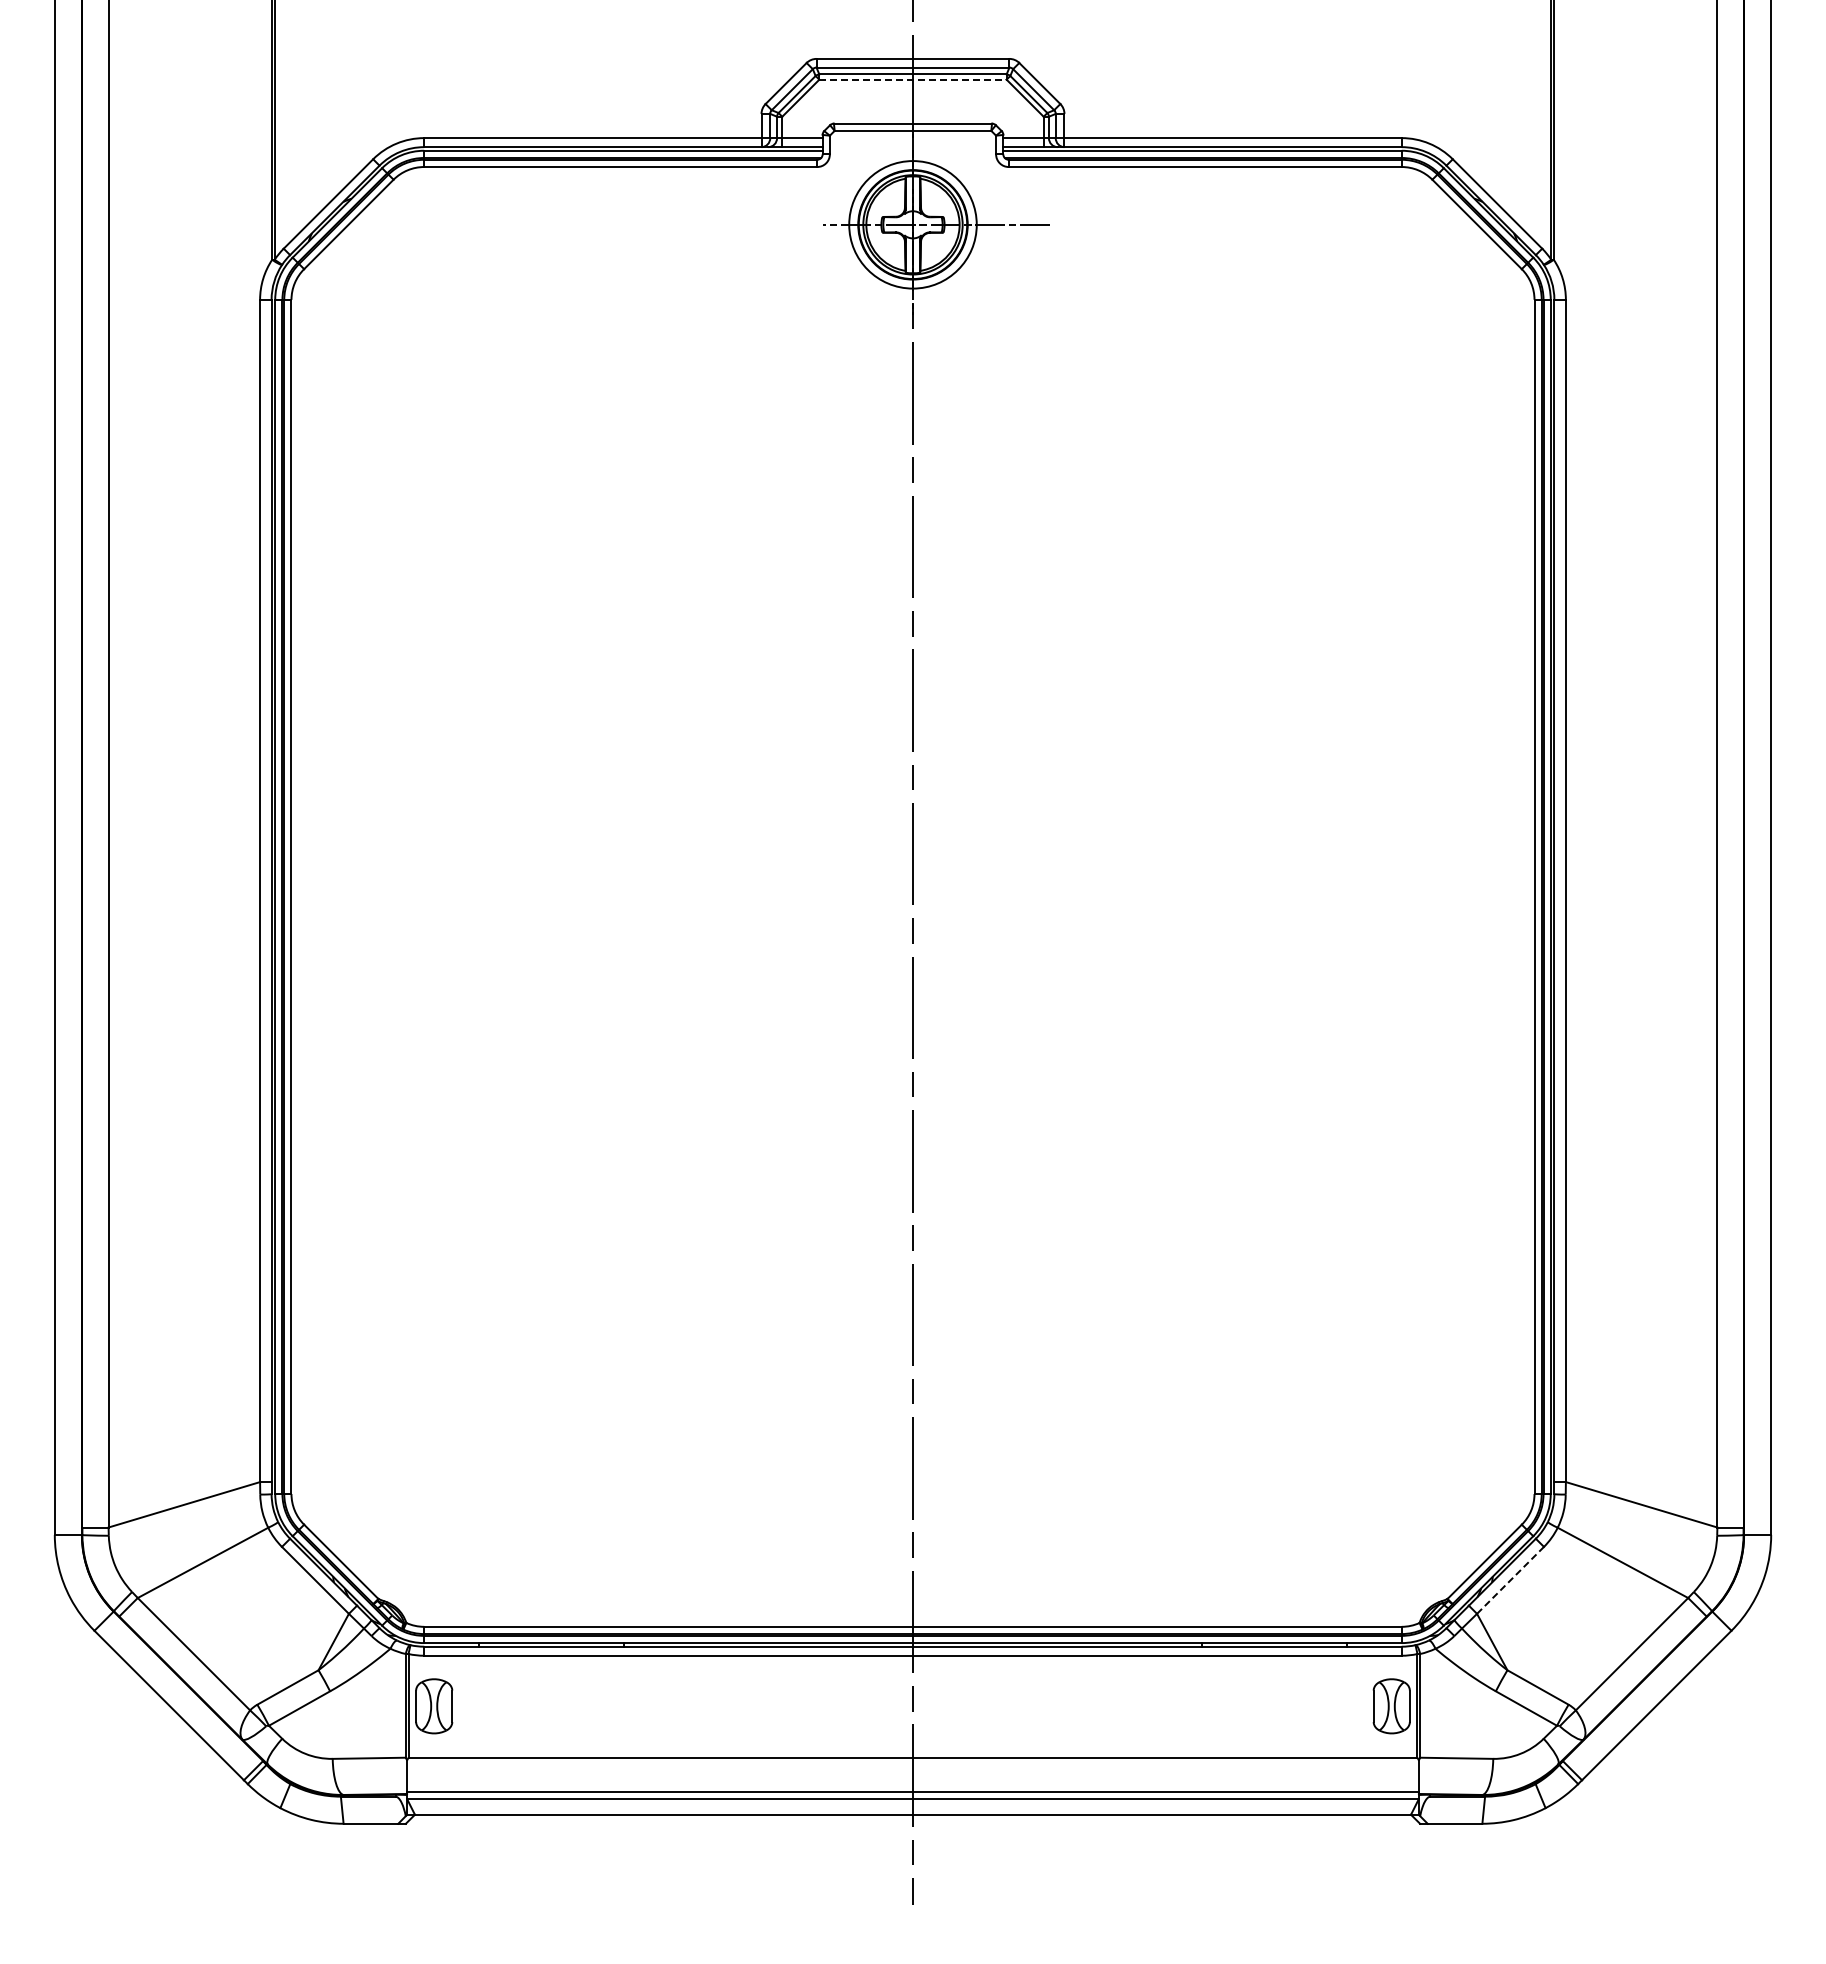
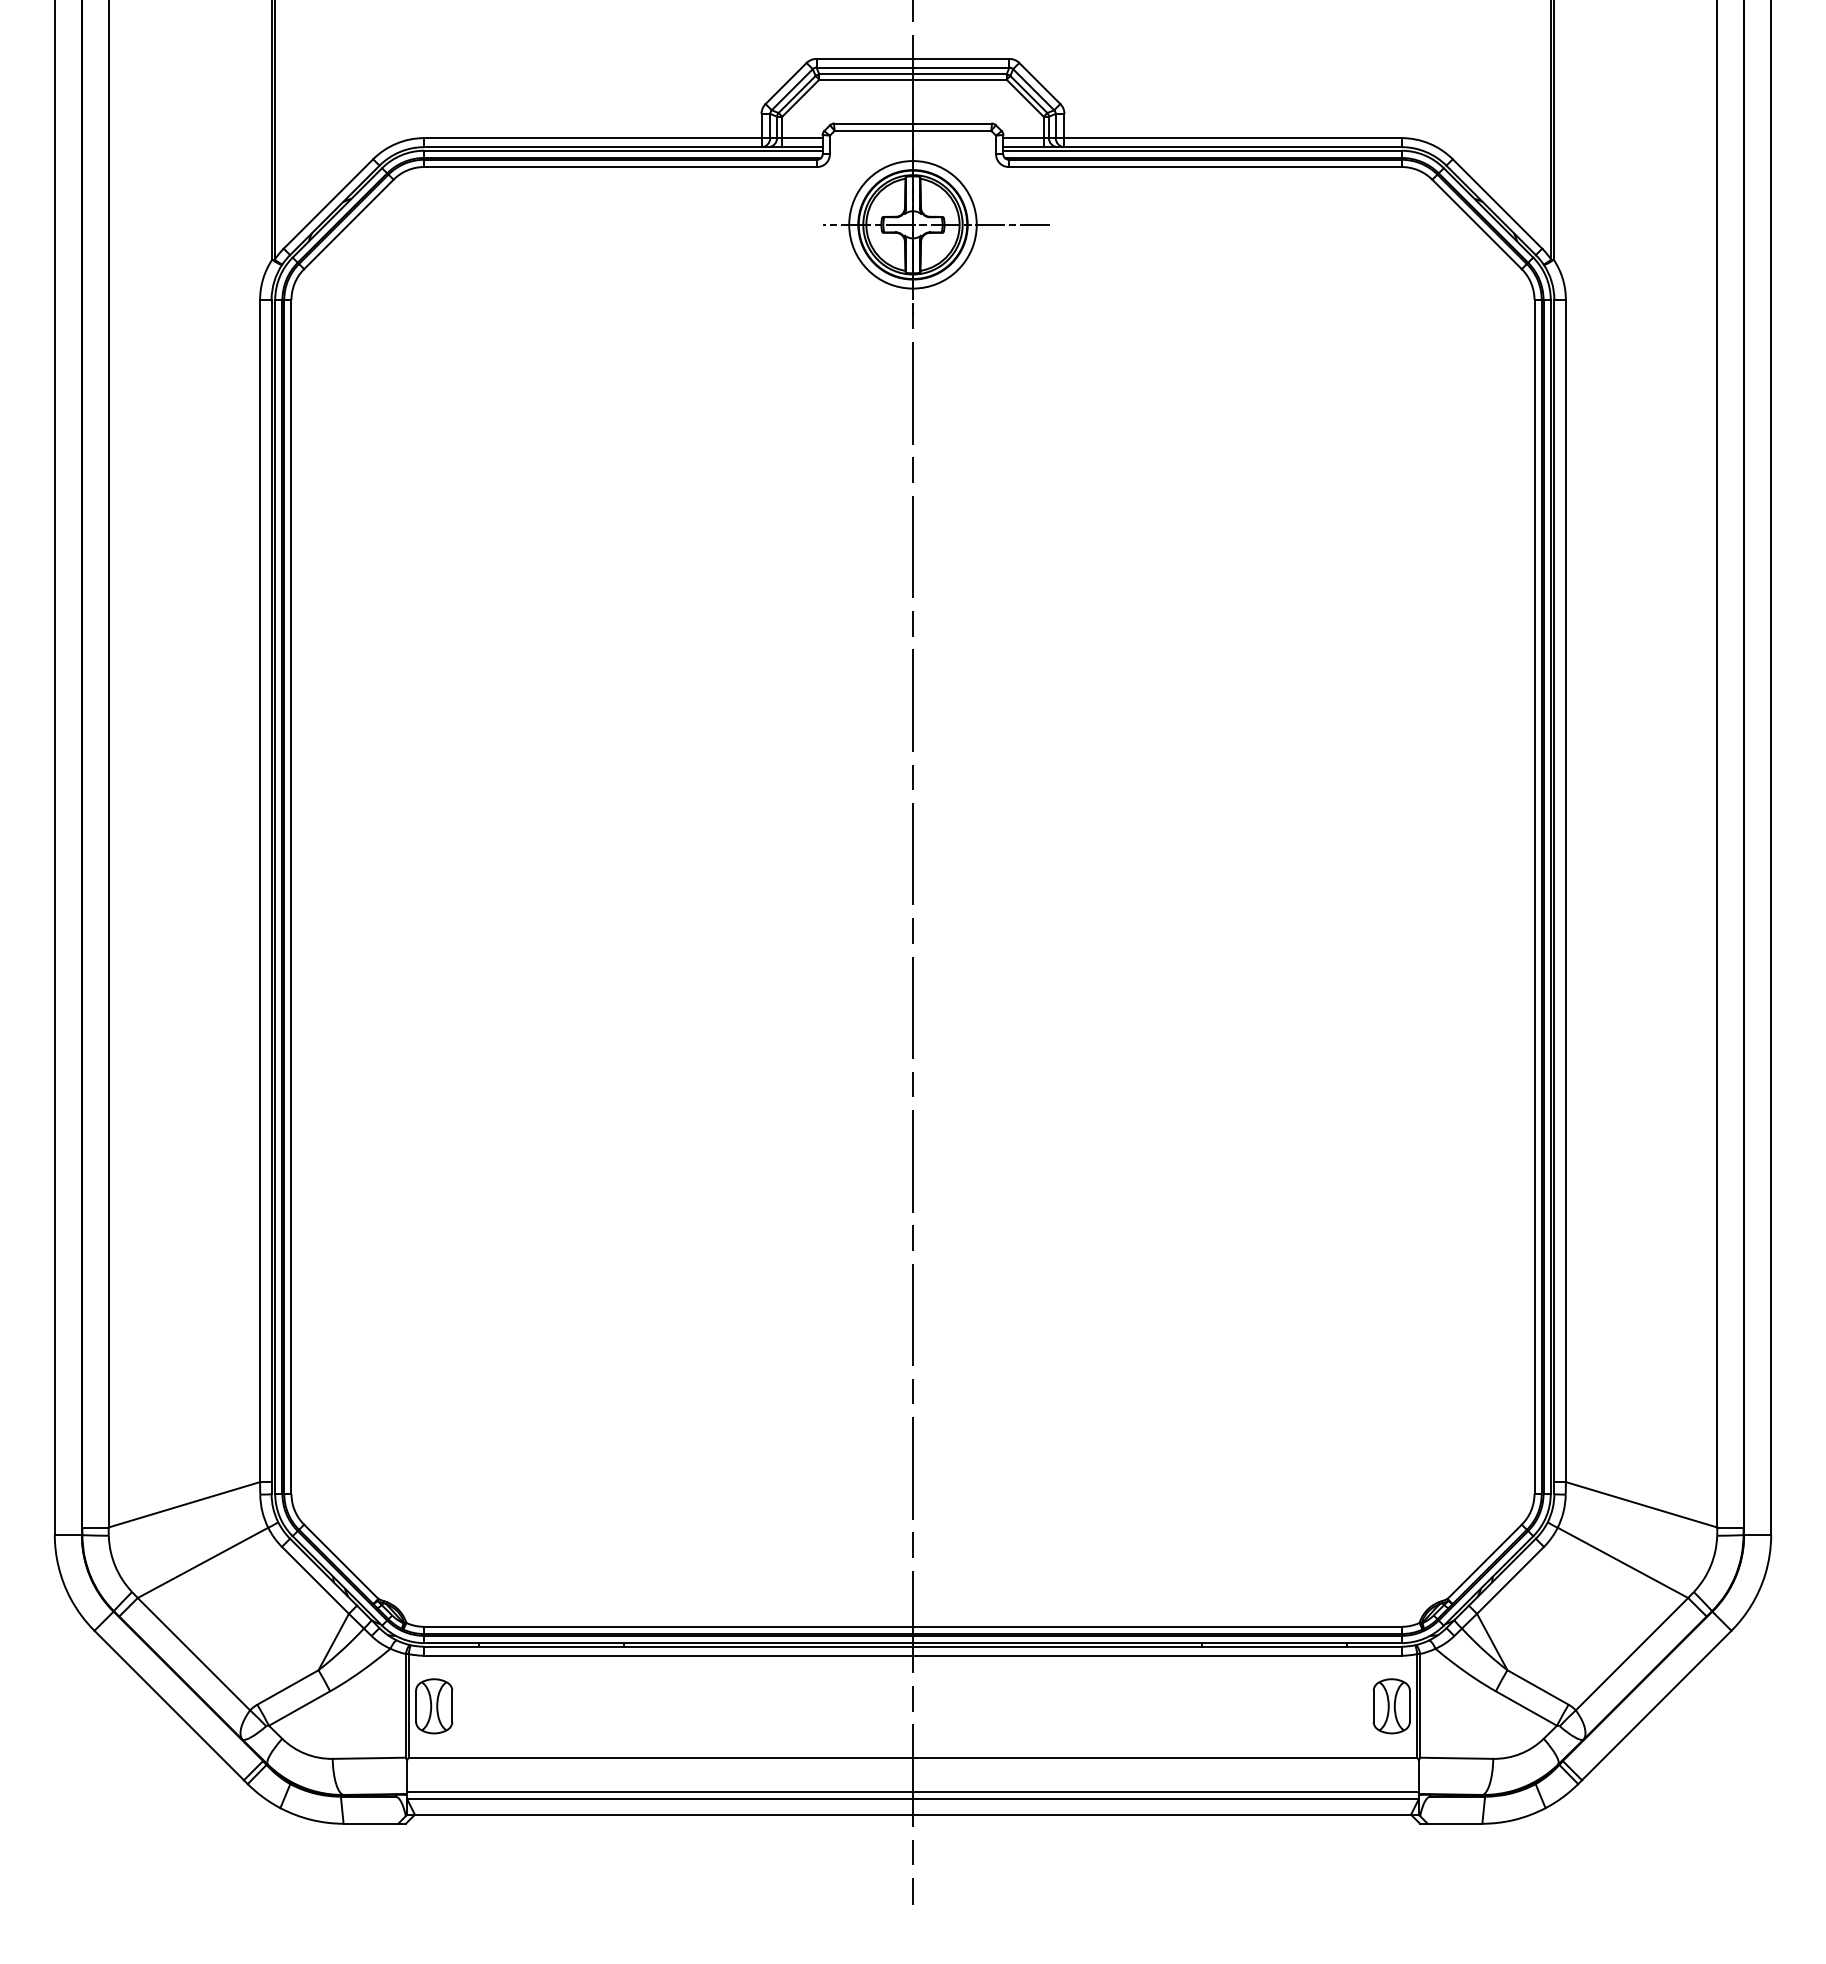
line at (913, 79): dashed -> solid
line at (1510, 1580): dashed -> solid
